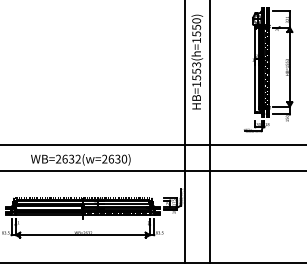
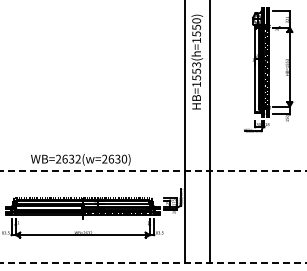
line at (152, 145): present -> none
line at (153, 170): solid -> dashed
line at (153, 262): solid -> dashed
